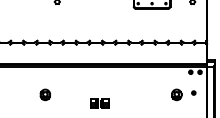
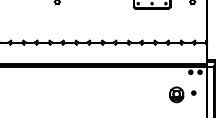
part at (44, 94): present -> none
part at (176, 94) size: 12x14 px -> 16x18 px
part at (99, 103): present -> none
